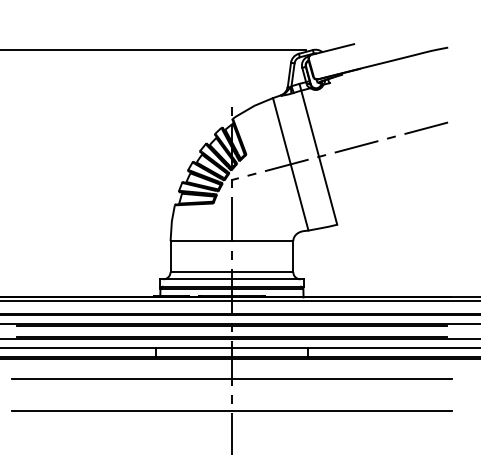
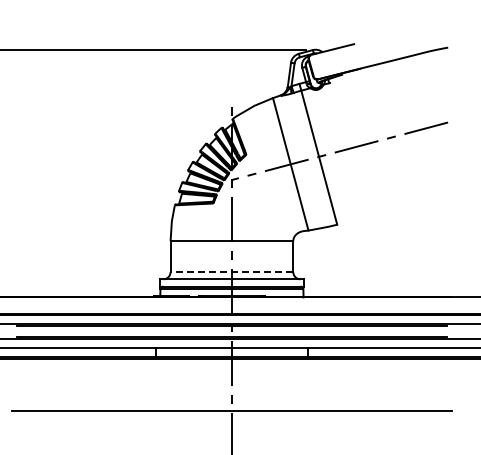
line at (231, 272): solid -> dashed
line at (239, 300): present -> none
line at (231, 378): present -> none
